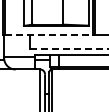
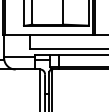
line at (49, 35): dashed -> solid
line at (69, 48): dashed -> solid
